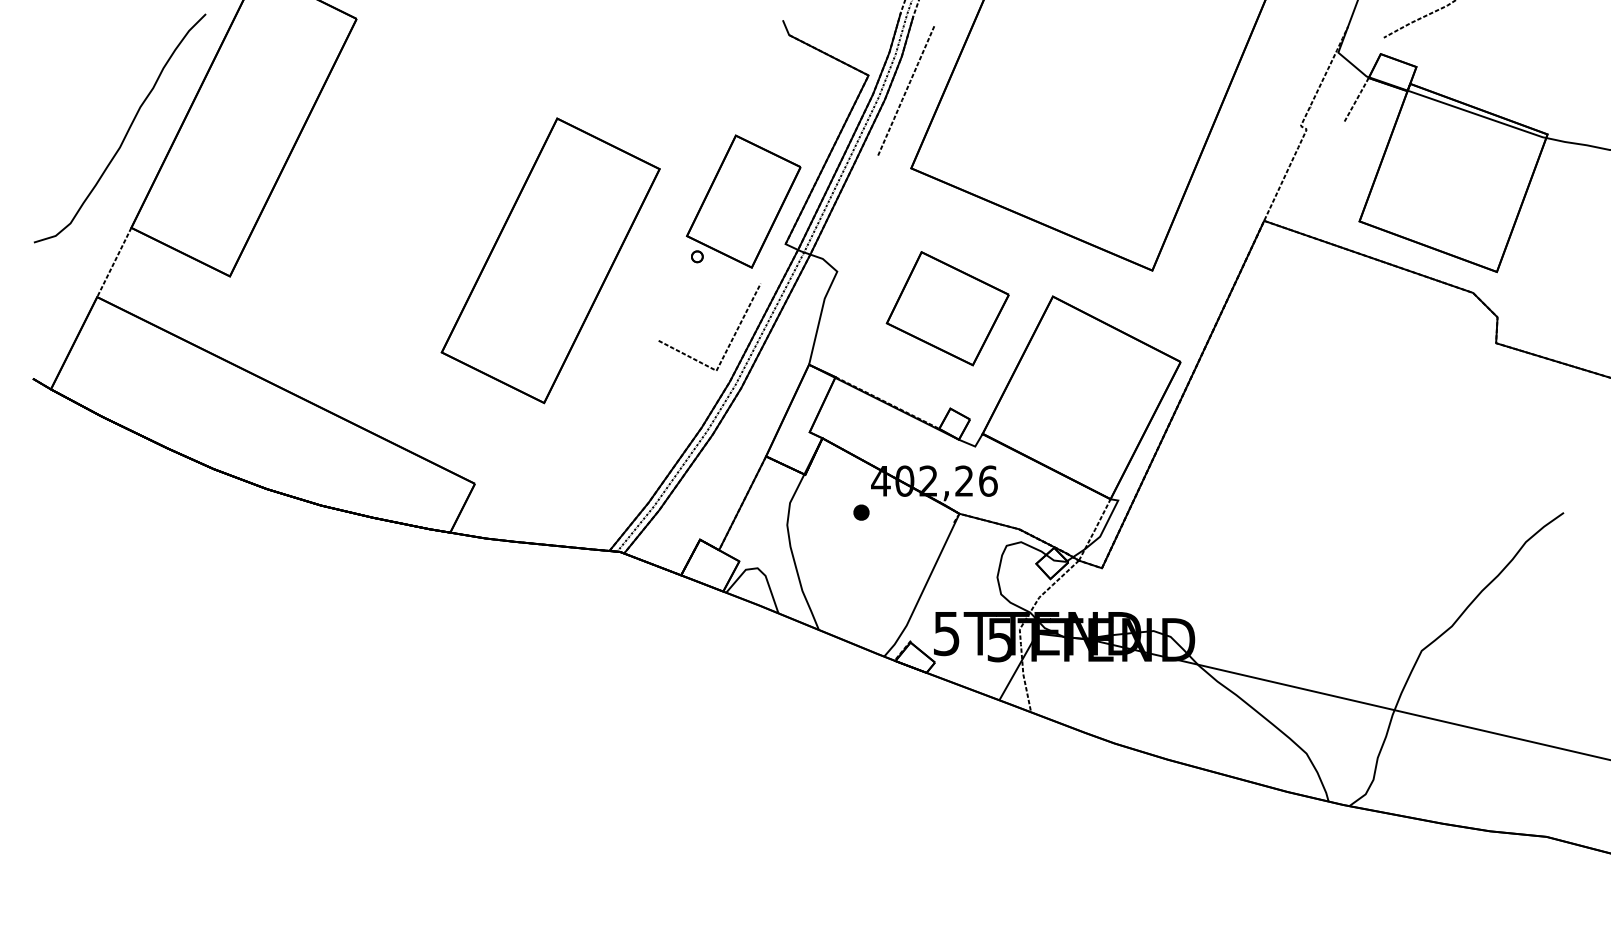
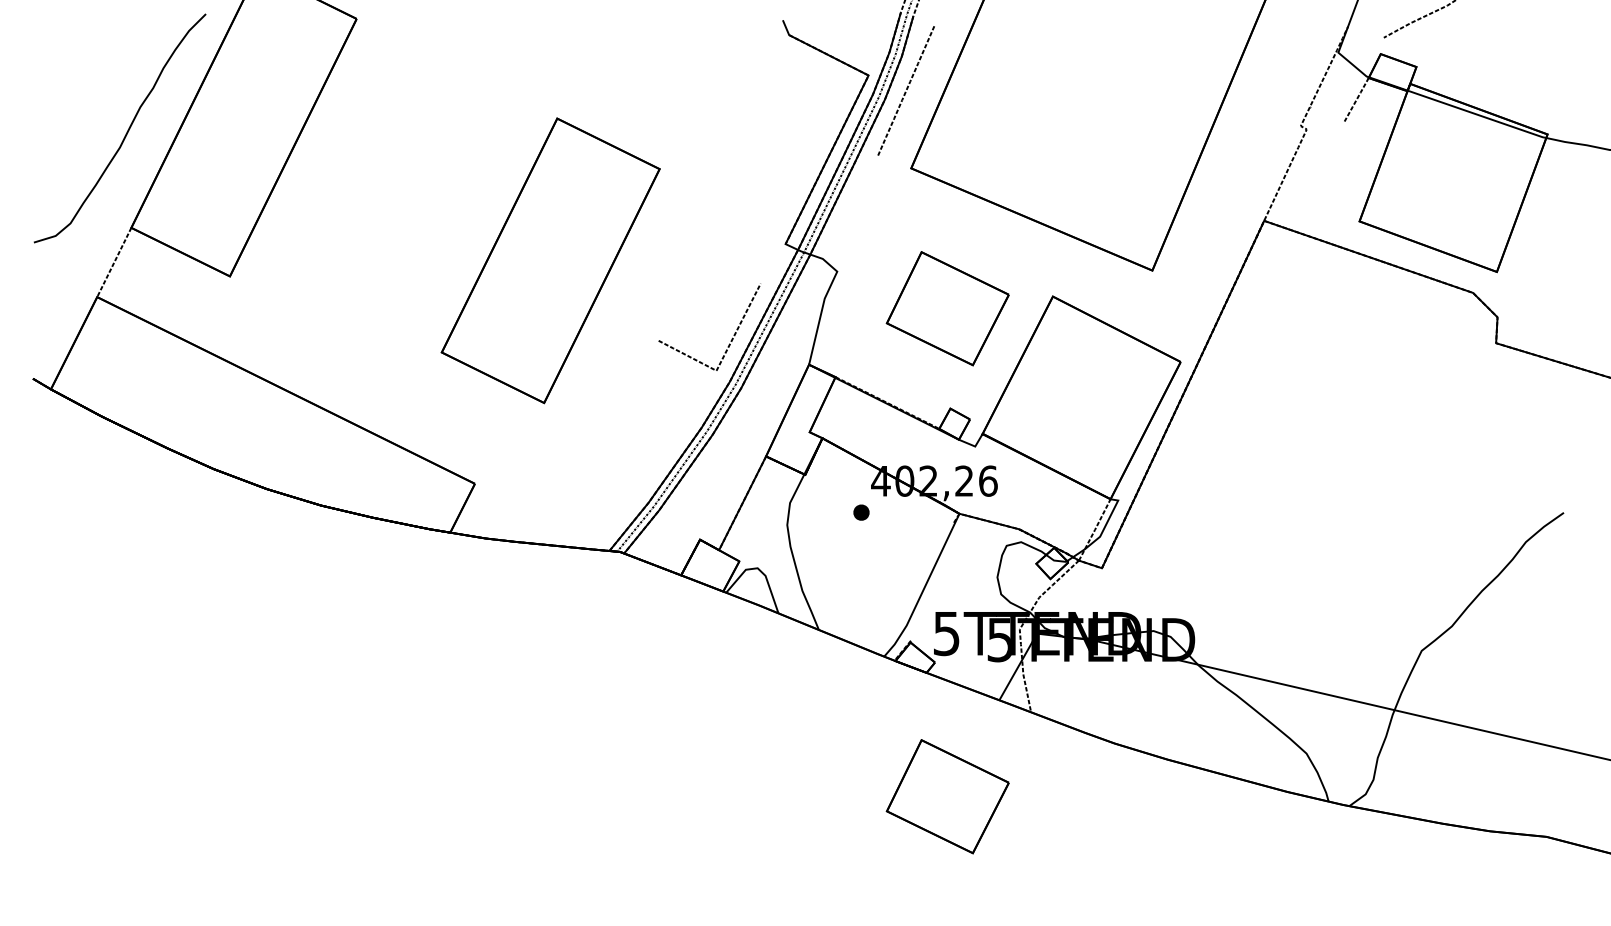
part at (743, 201): present -> none
part at (947, 796): none -> present
